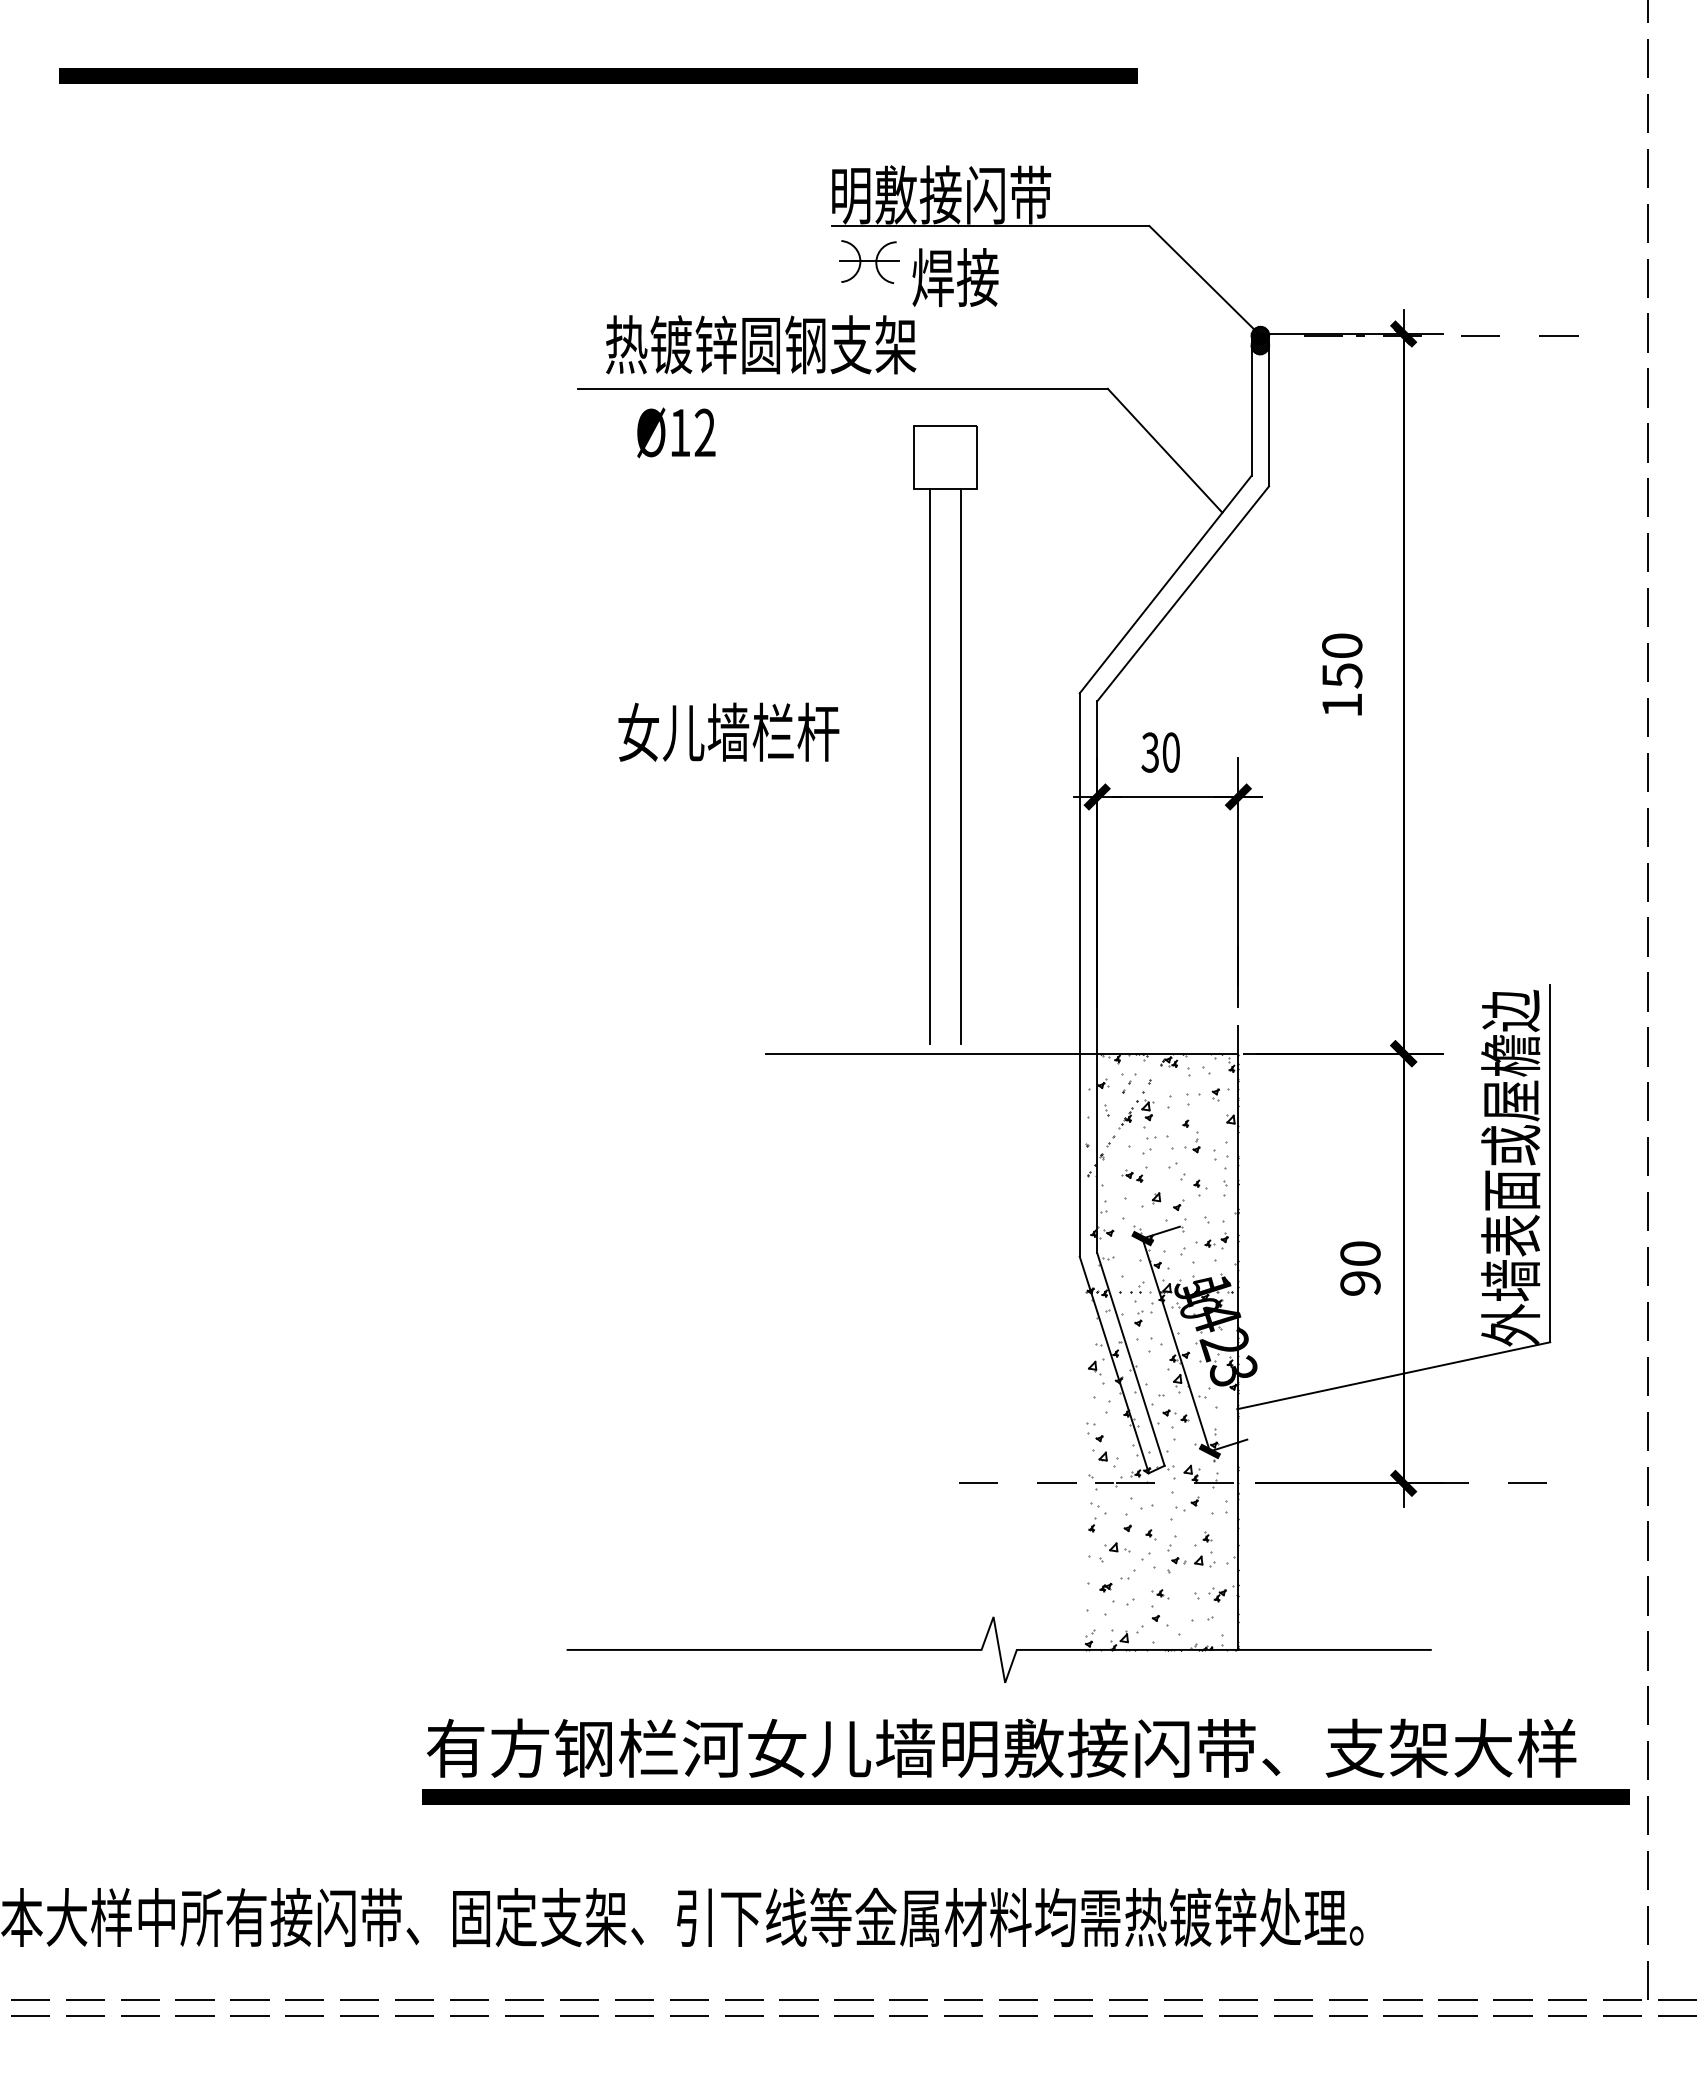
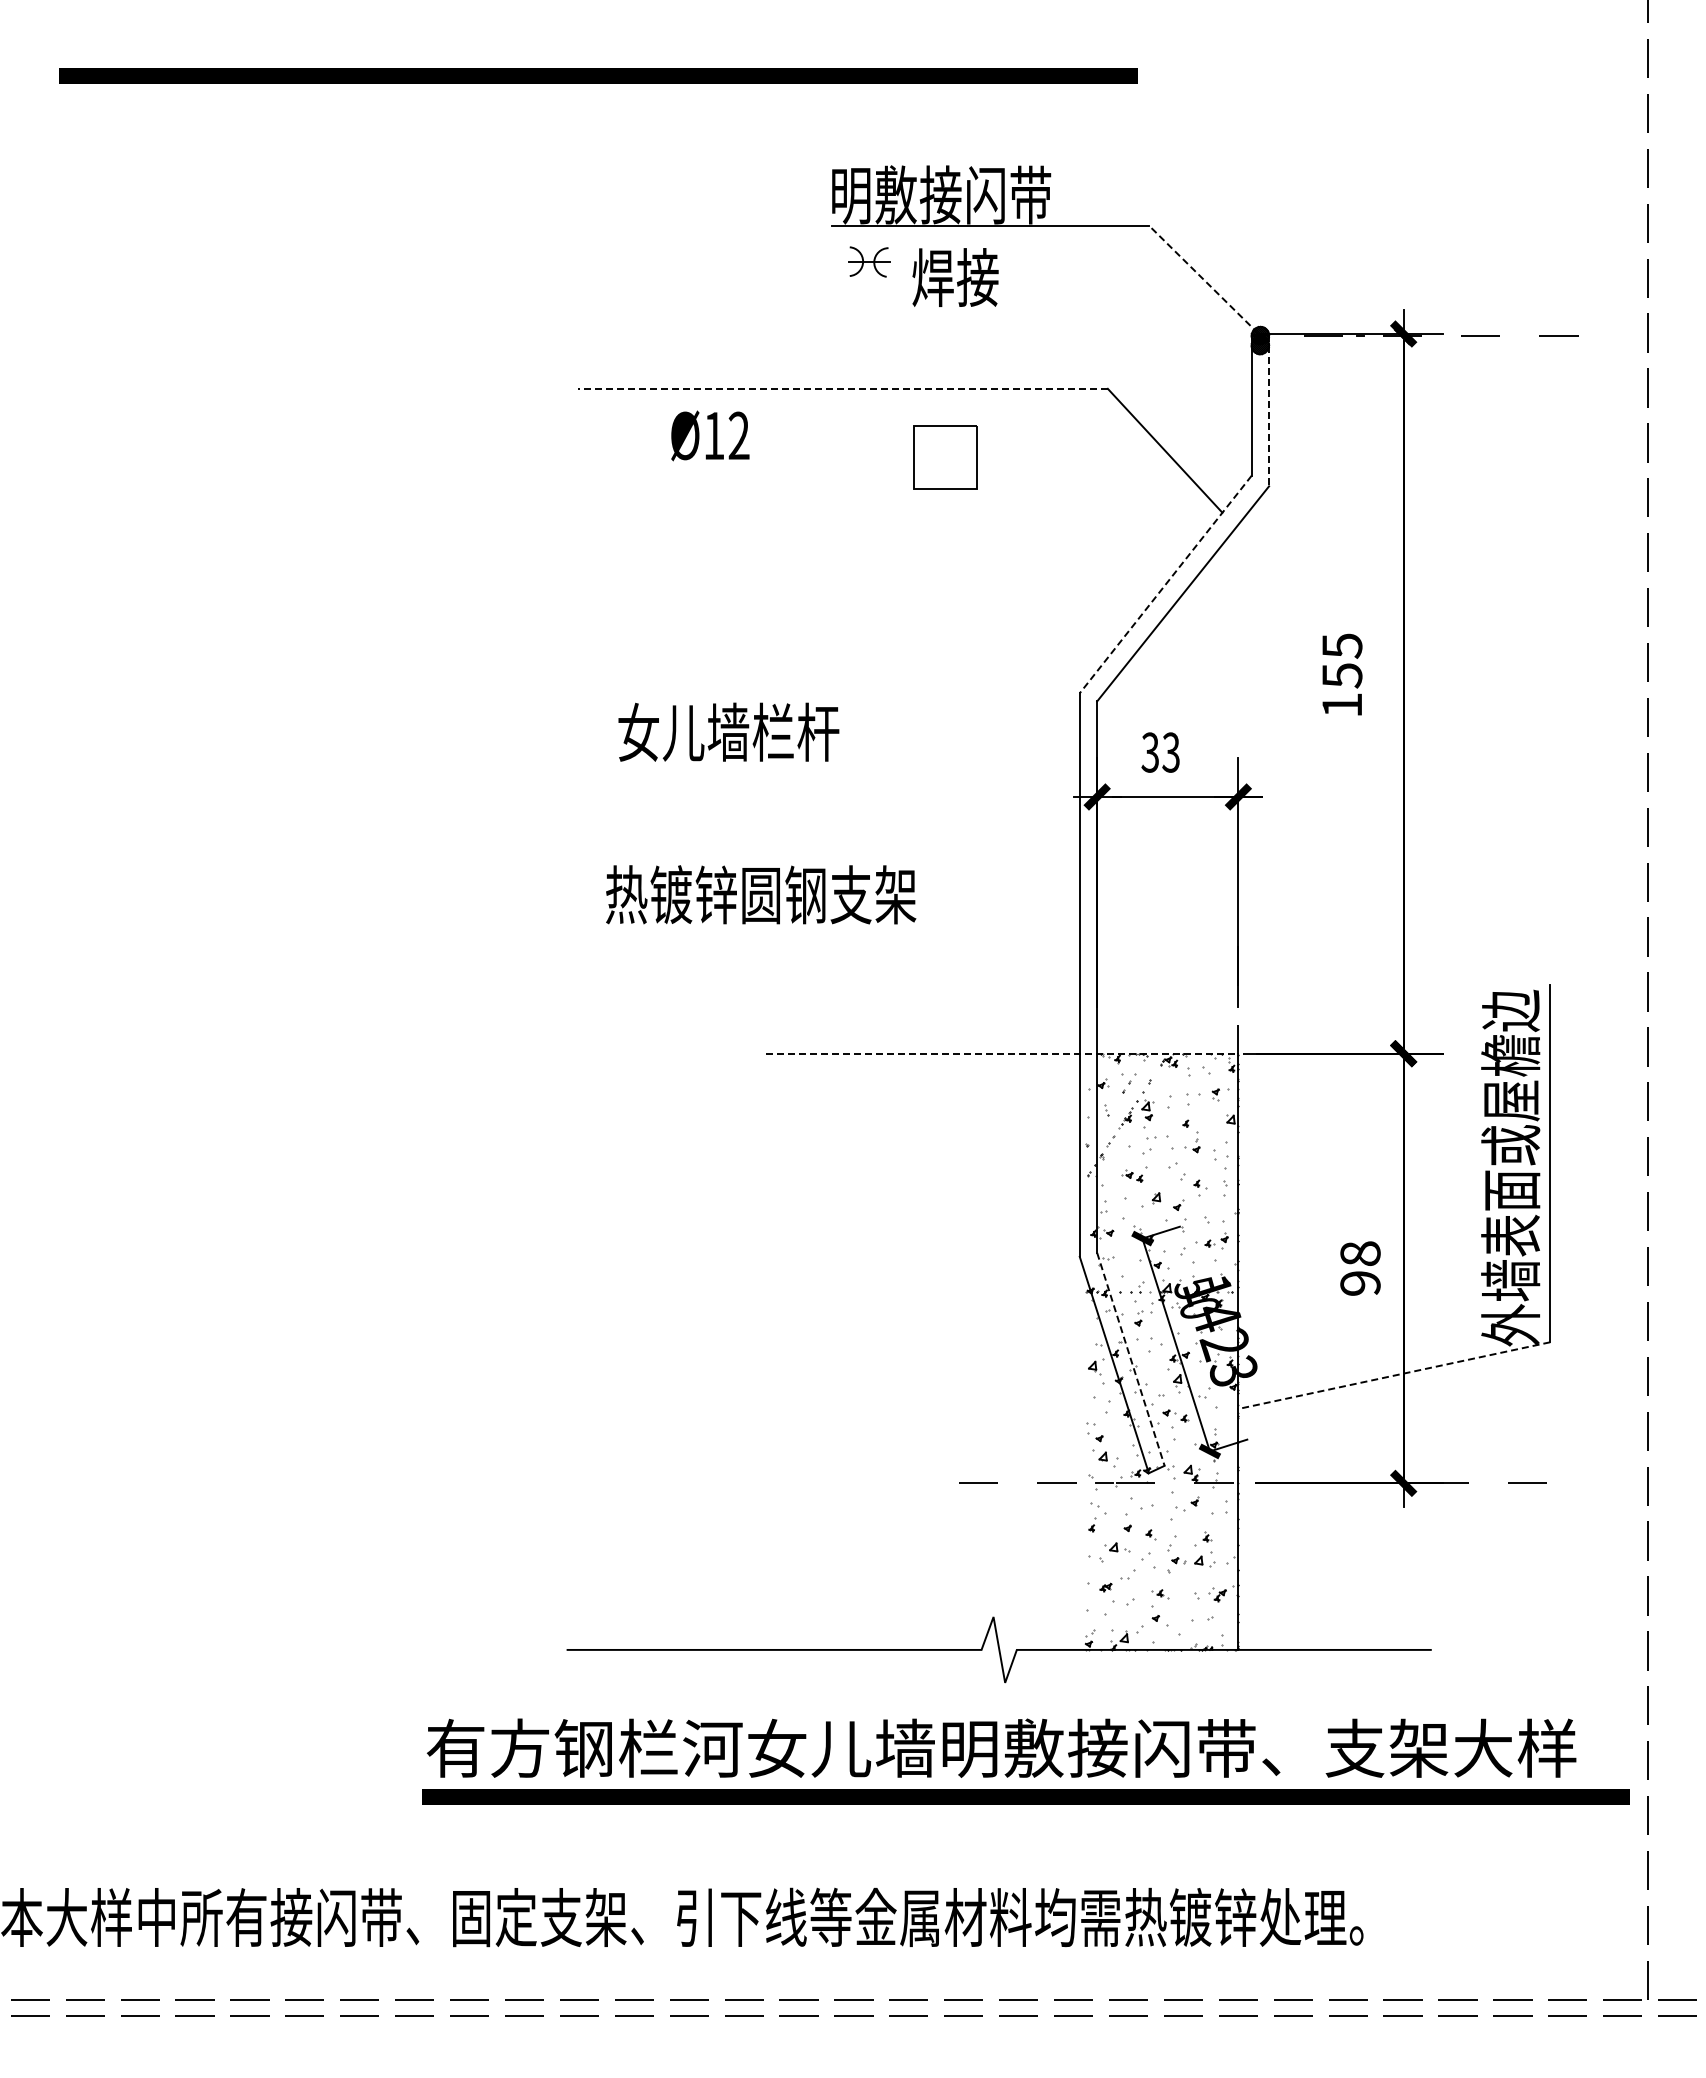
part at (869, 261) size: 61x44 px -> 43x32 px
line at (1203, 279): solid -> dashed
text at (761, 344) position: (761, 344) -> (761, 894)
line at (843, 388): solid -> dashed
line at (1269, 410): solid -> dashed
text at (676, 432) position: (676, 432) -> (710, 435)
line at (1165, 584): solid -> dashed
text at (1342, 645): 150 -> 155
text at (1170, 752): 30 -> 33
line at (929, 766): present -> none
line at (960, 766): present -> none
line at (1002, 1053): solid -> dashed
text at (1360, 1253): 90 -> 98
line at (1130, 1359): solid -> dashed
line at (1393, 1375): solid -> dashed
